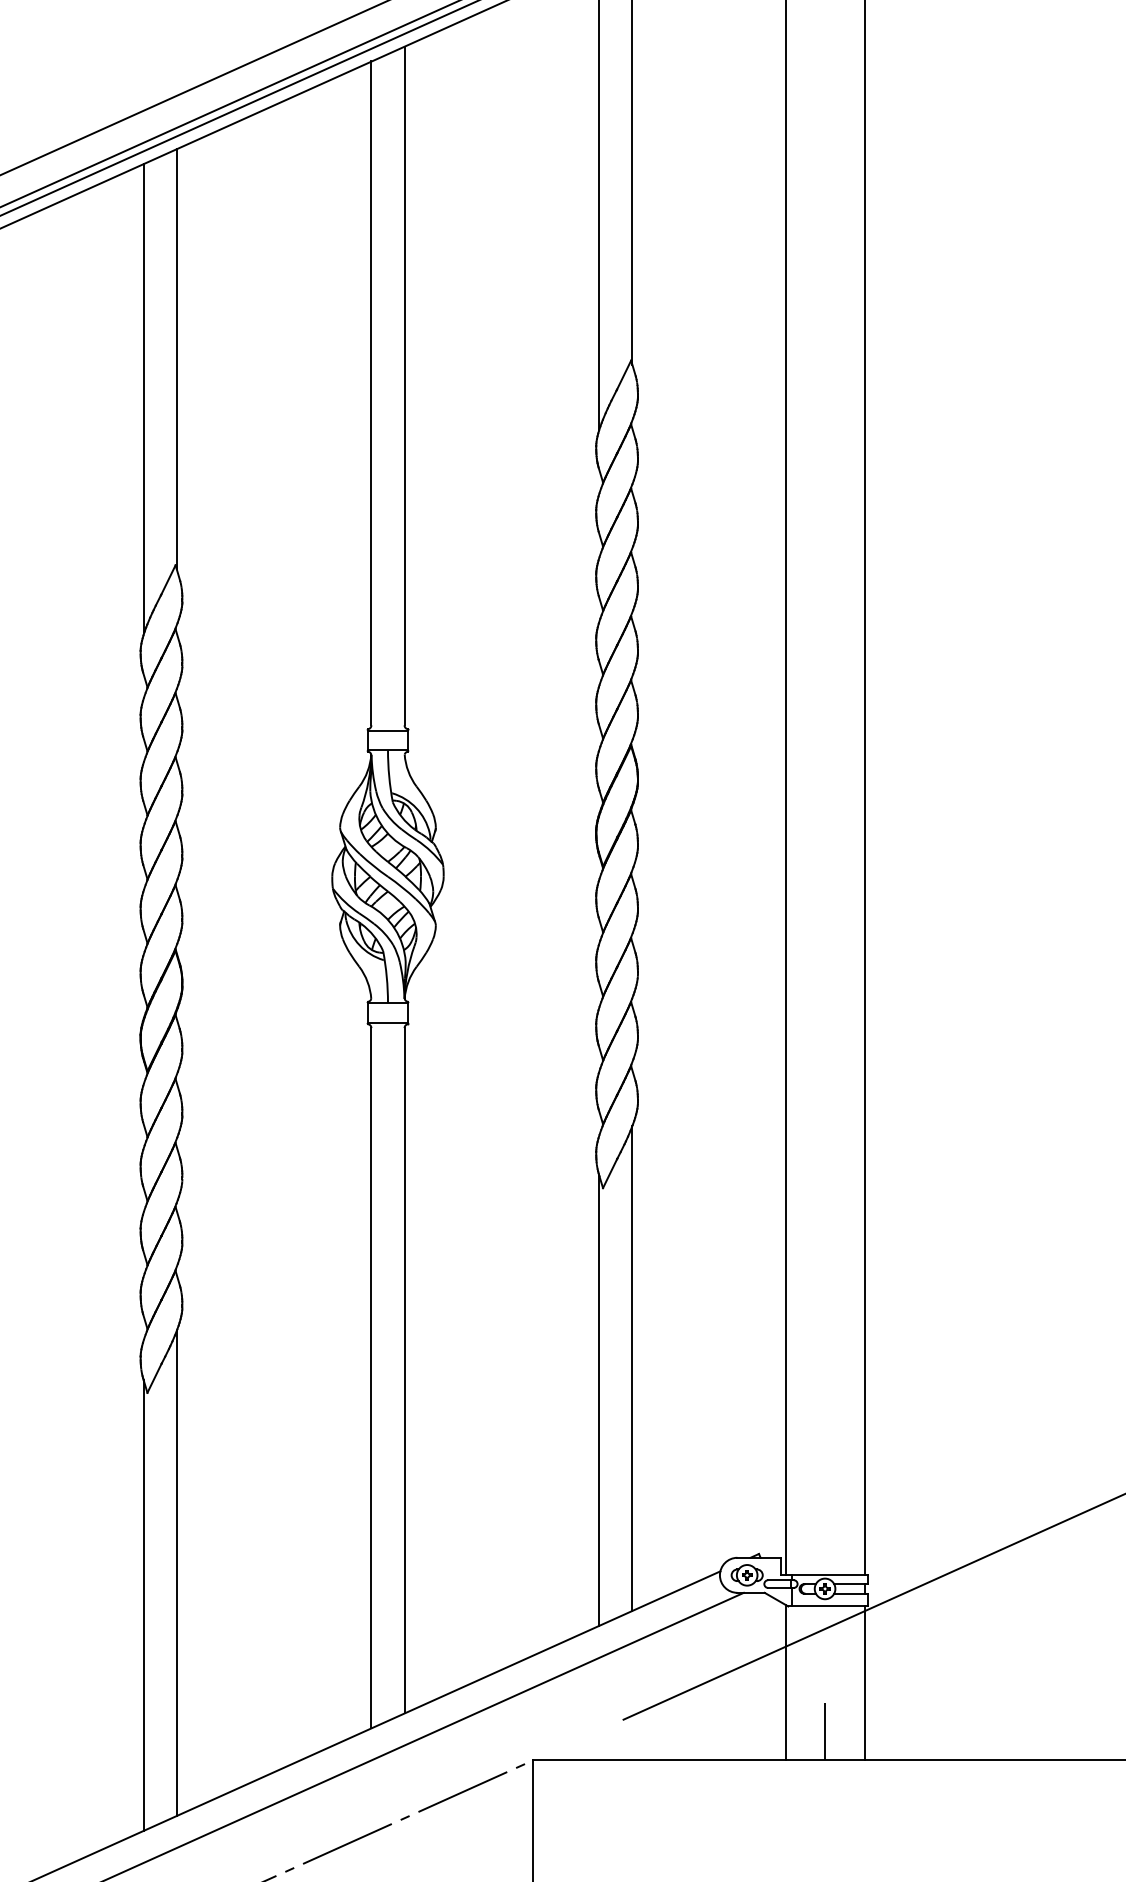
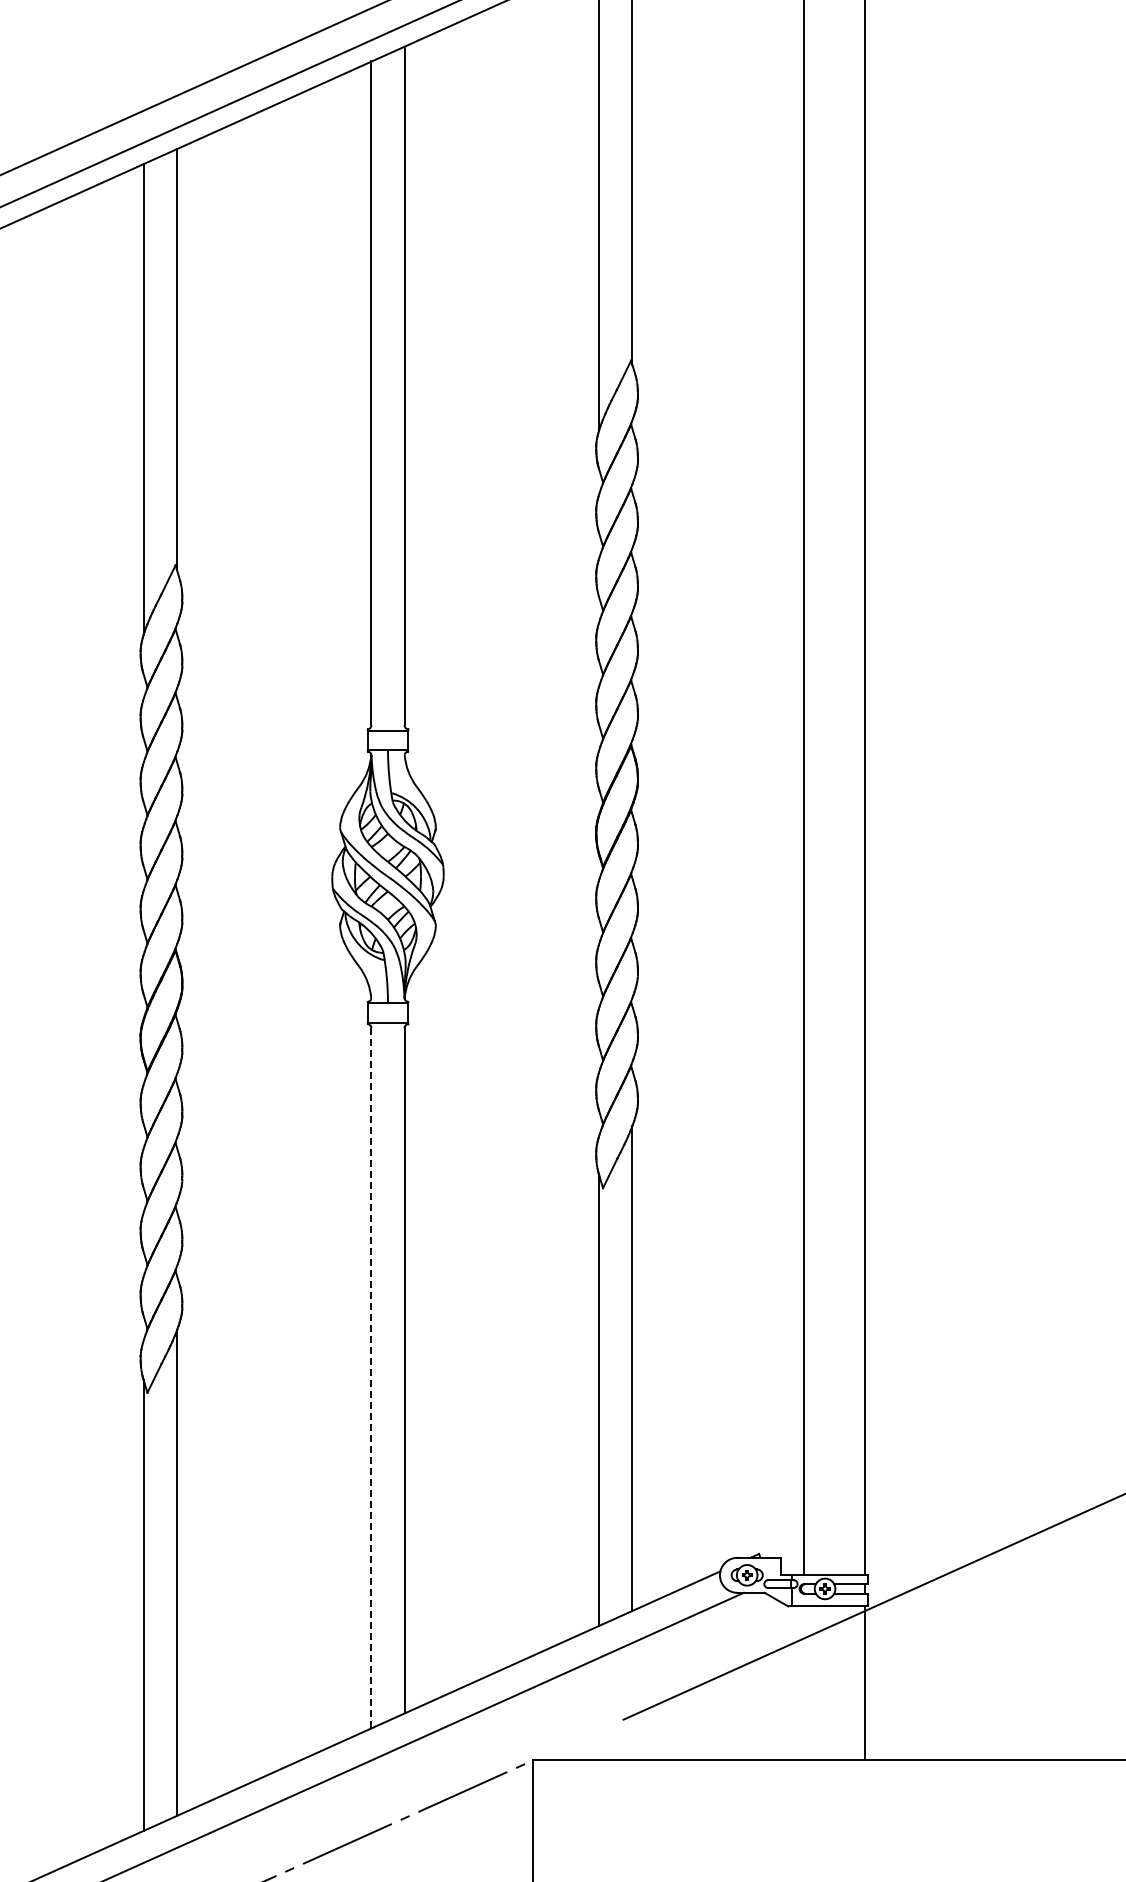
line at (238, 108): present -> none
line at (785, 788) position: (785, 788) -> (803, 788)
line at (371, 1377): solid -> dashed
line at (785, 1682): present -> none
line at (825, 1731): present -> none
